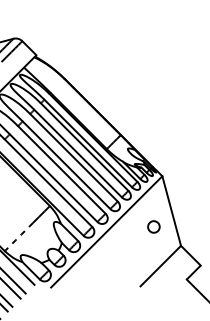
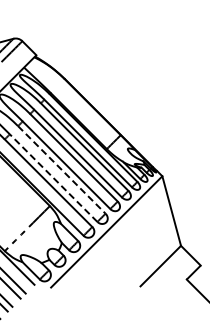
line at (61, 169): solid -> dashed
line at (53, 178): solid -> dashed
part at (153, 226): present -> none
